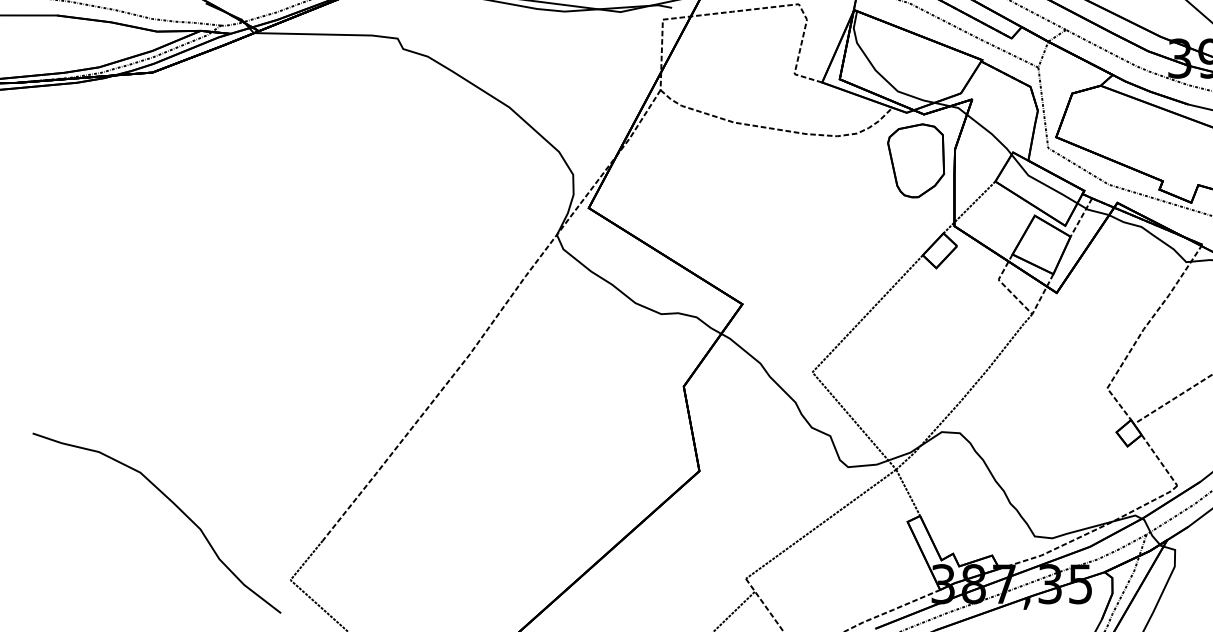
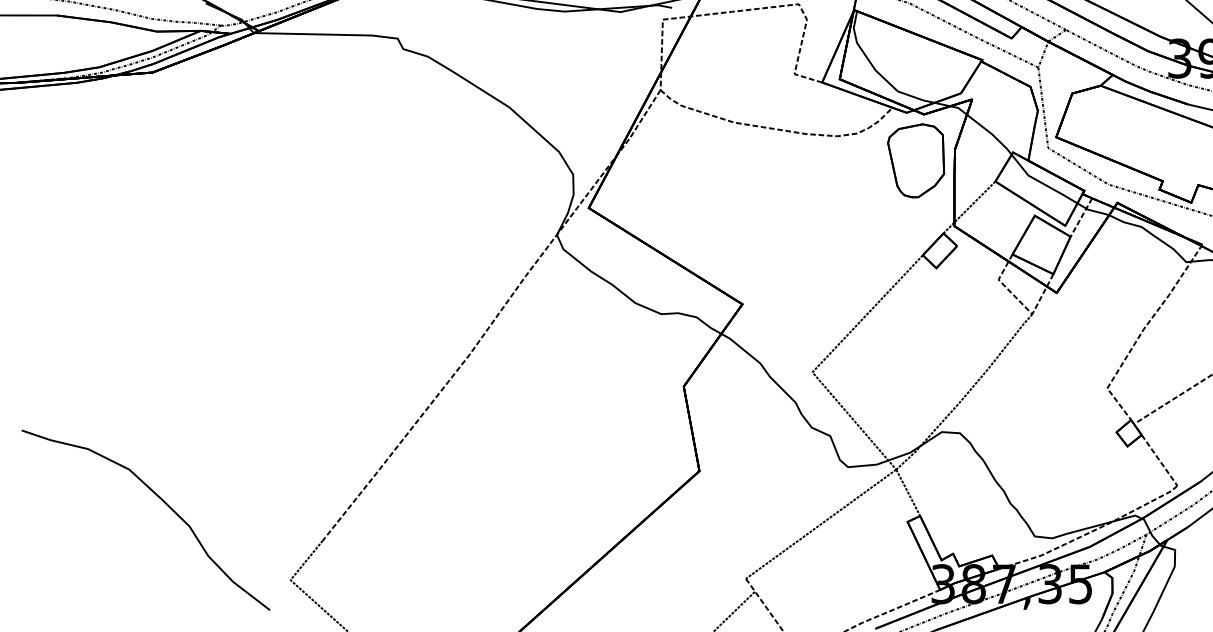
part at (173, 504) position: (173, 504) -> (162, 501)
